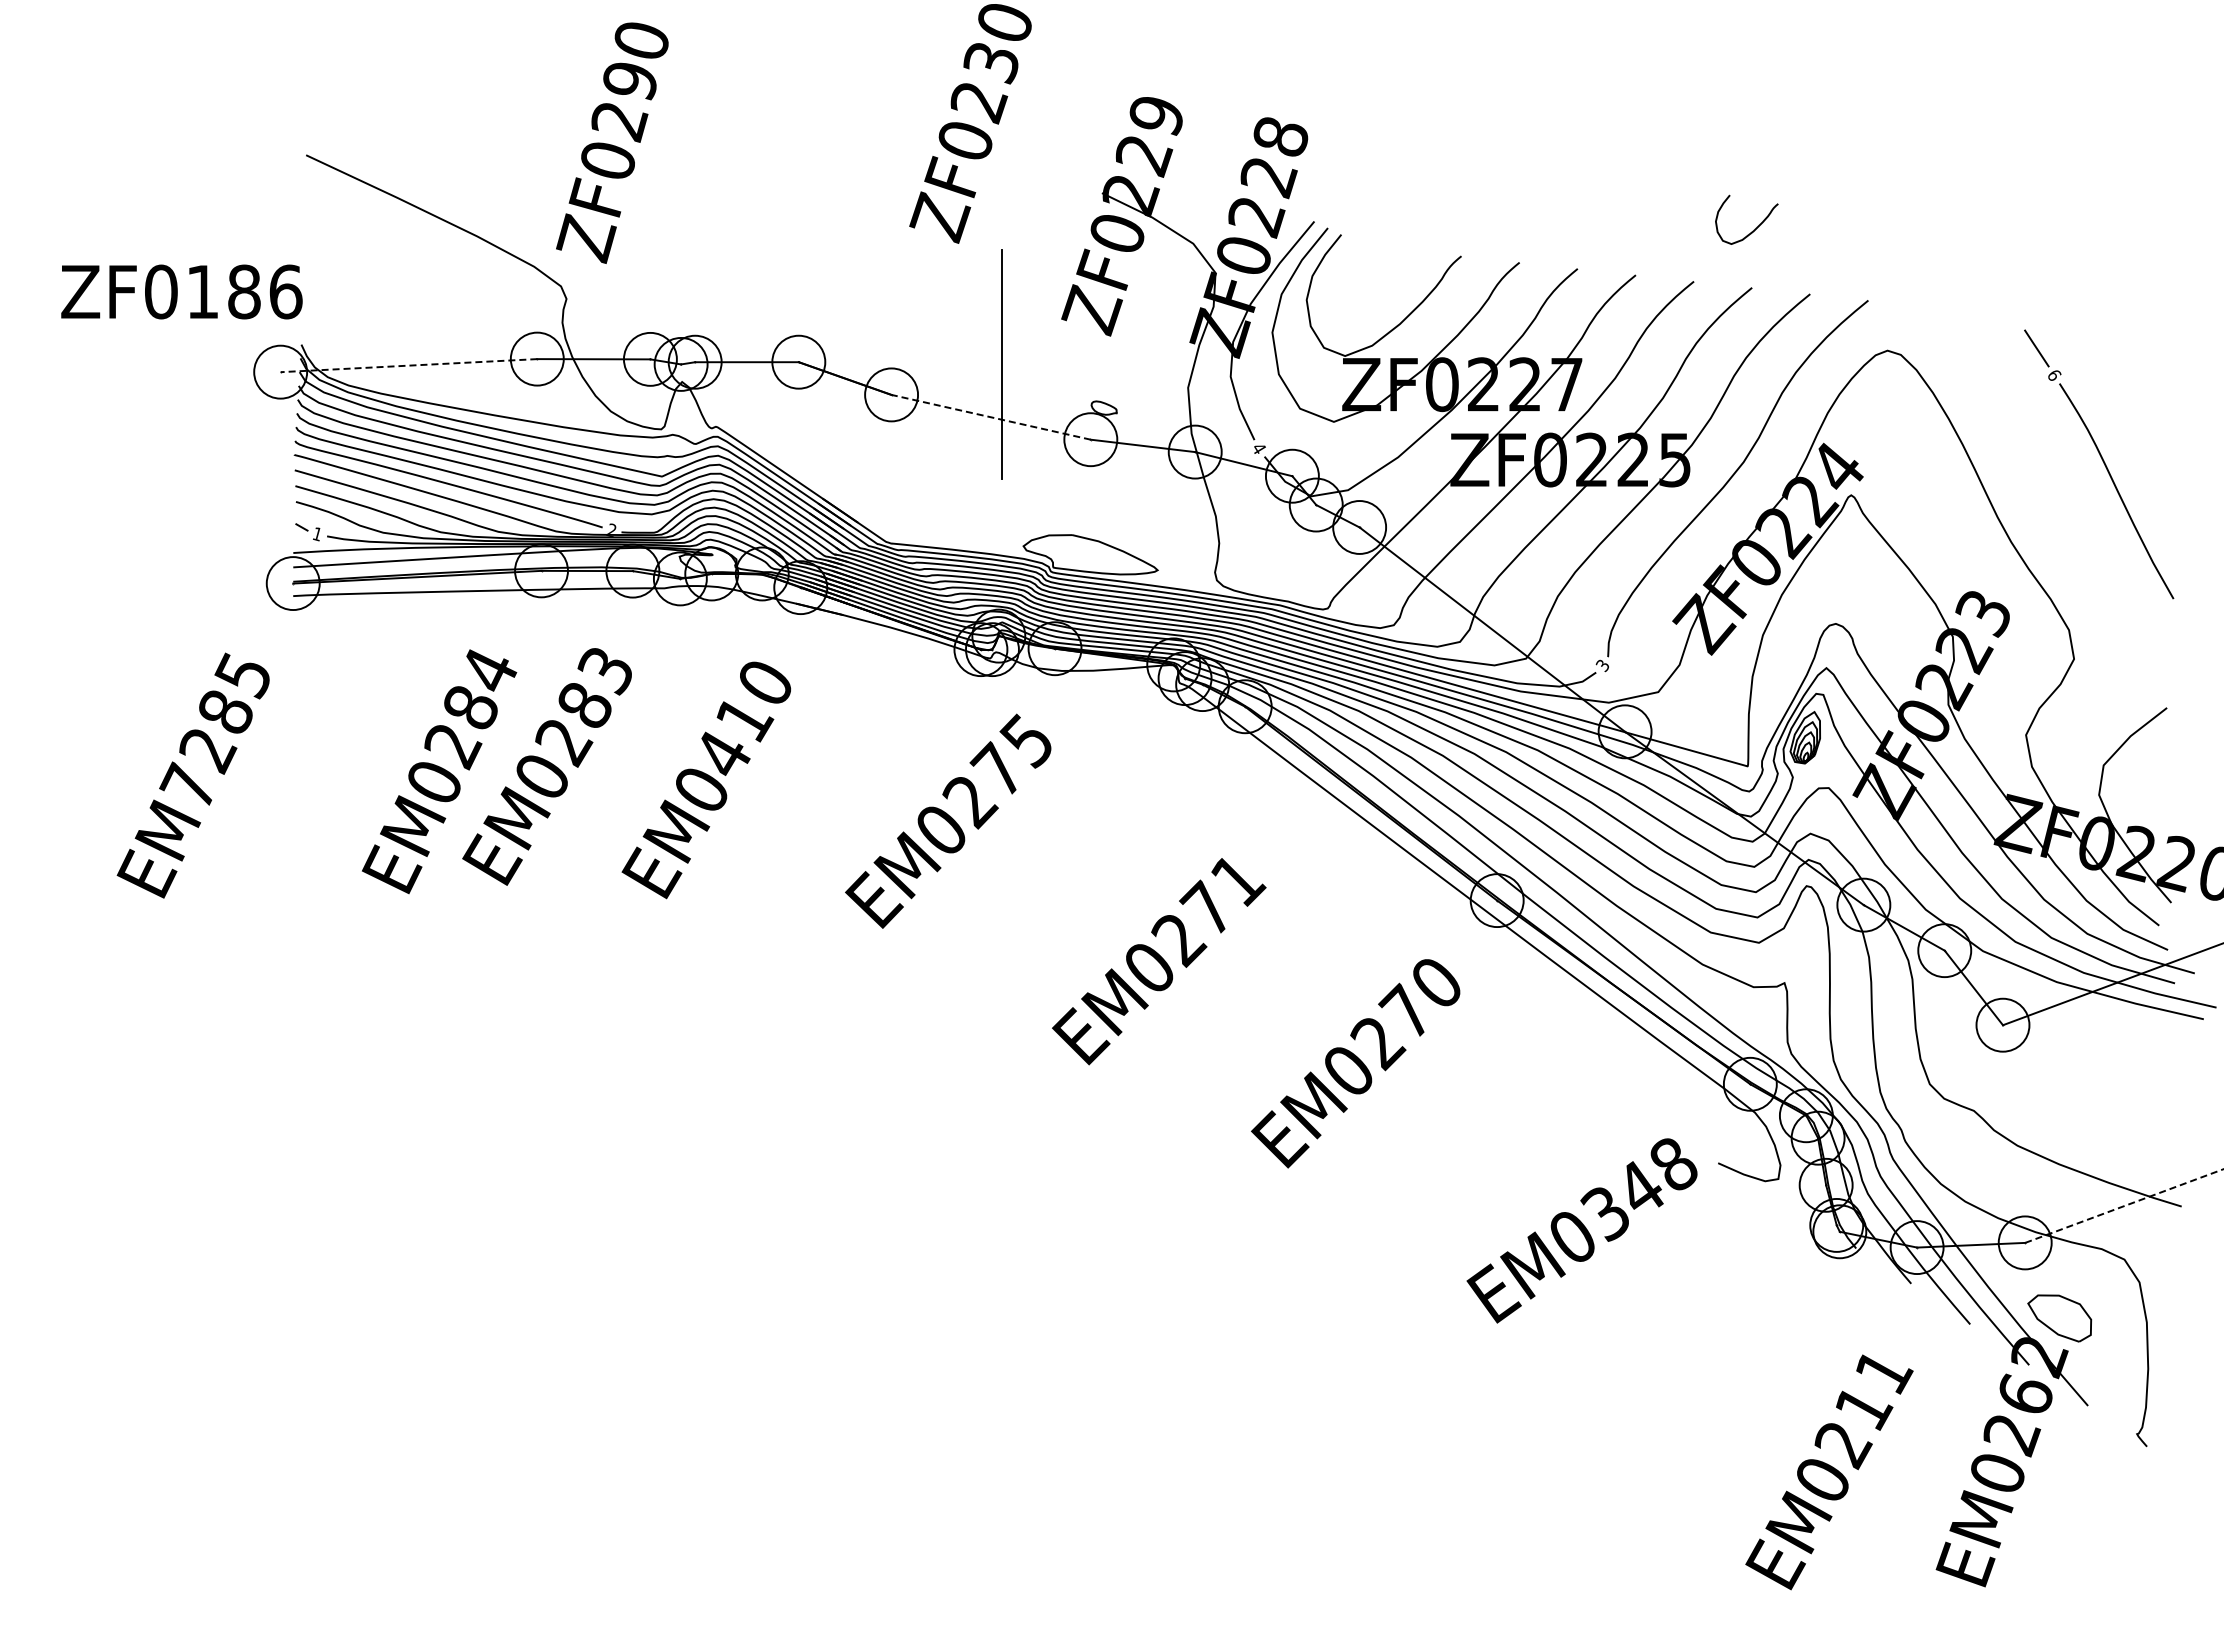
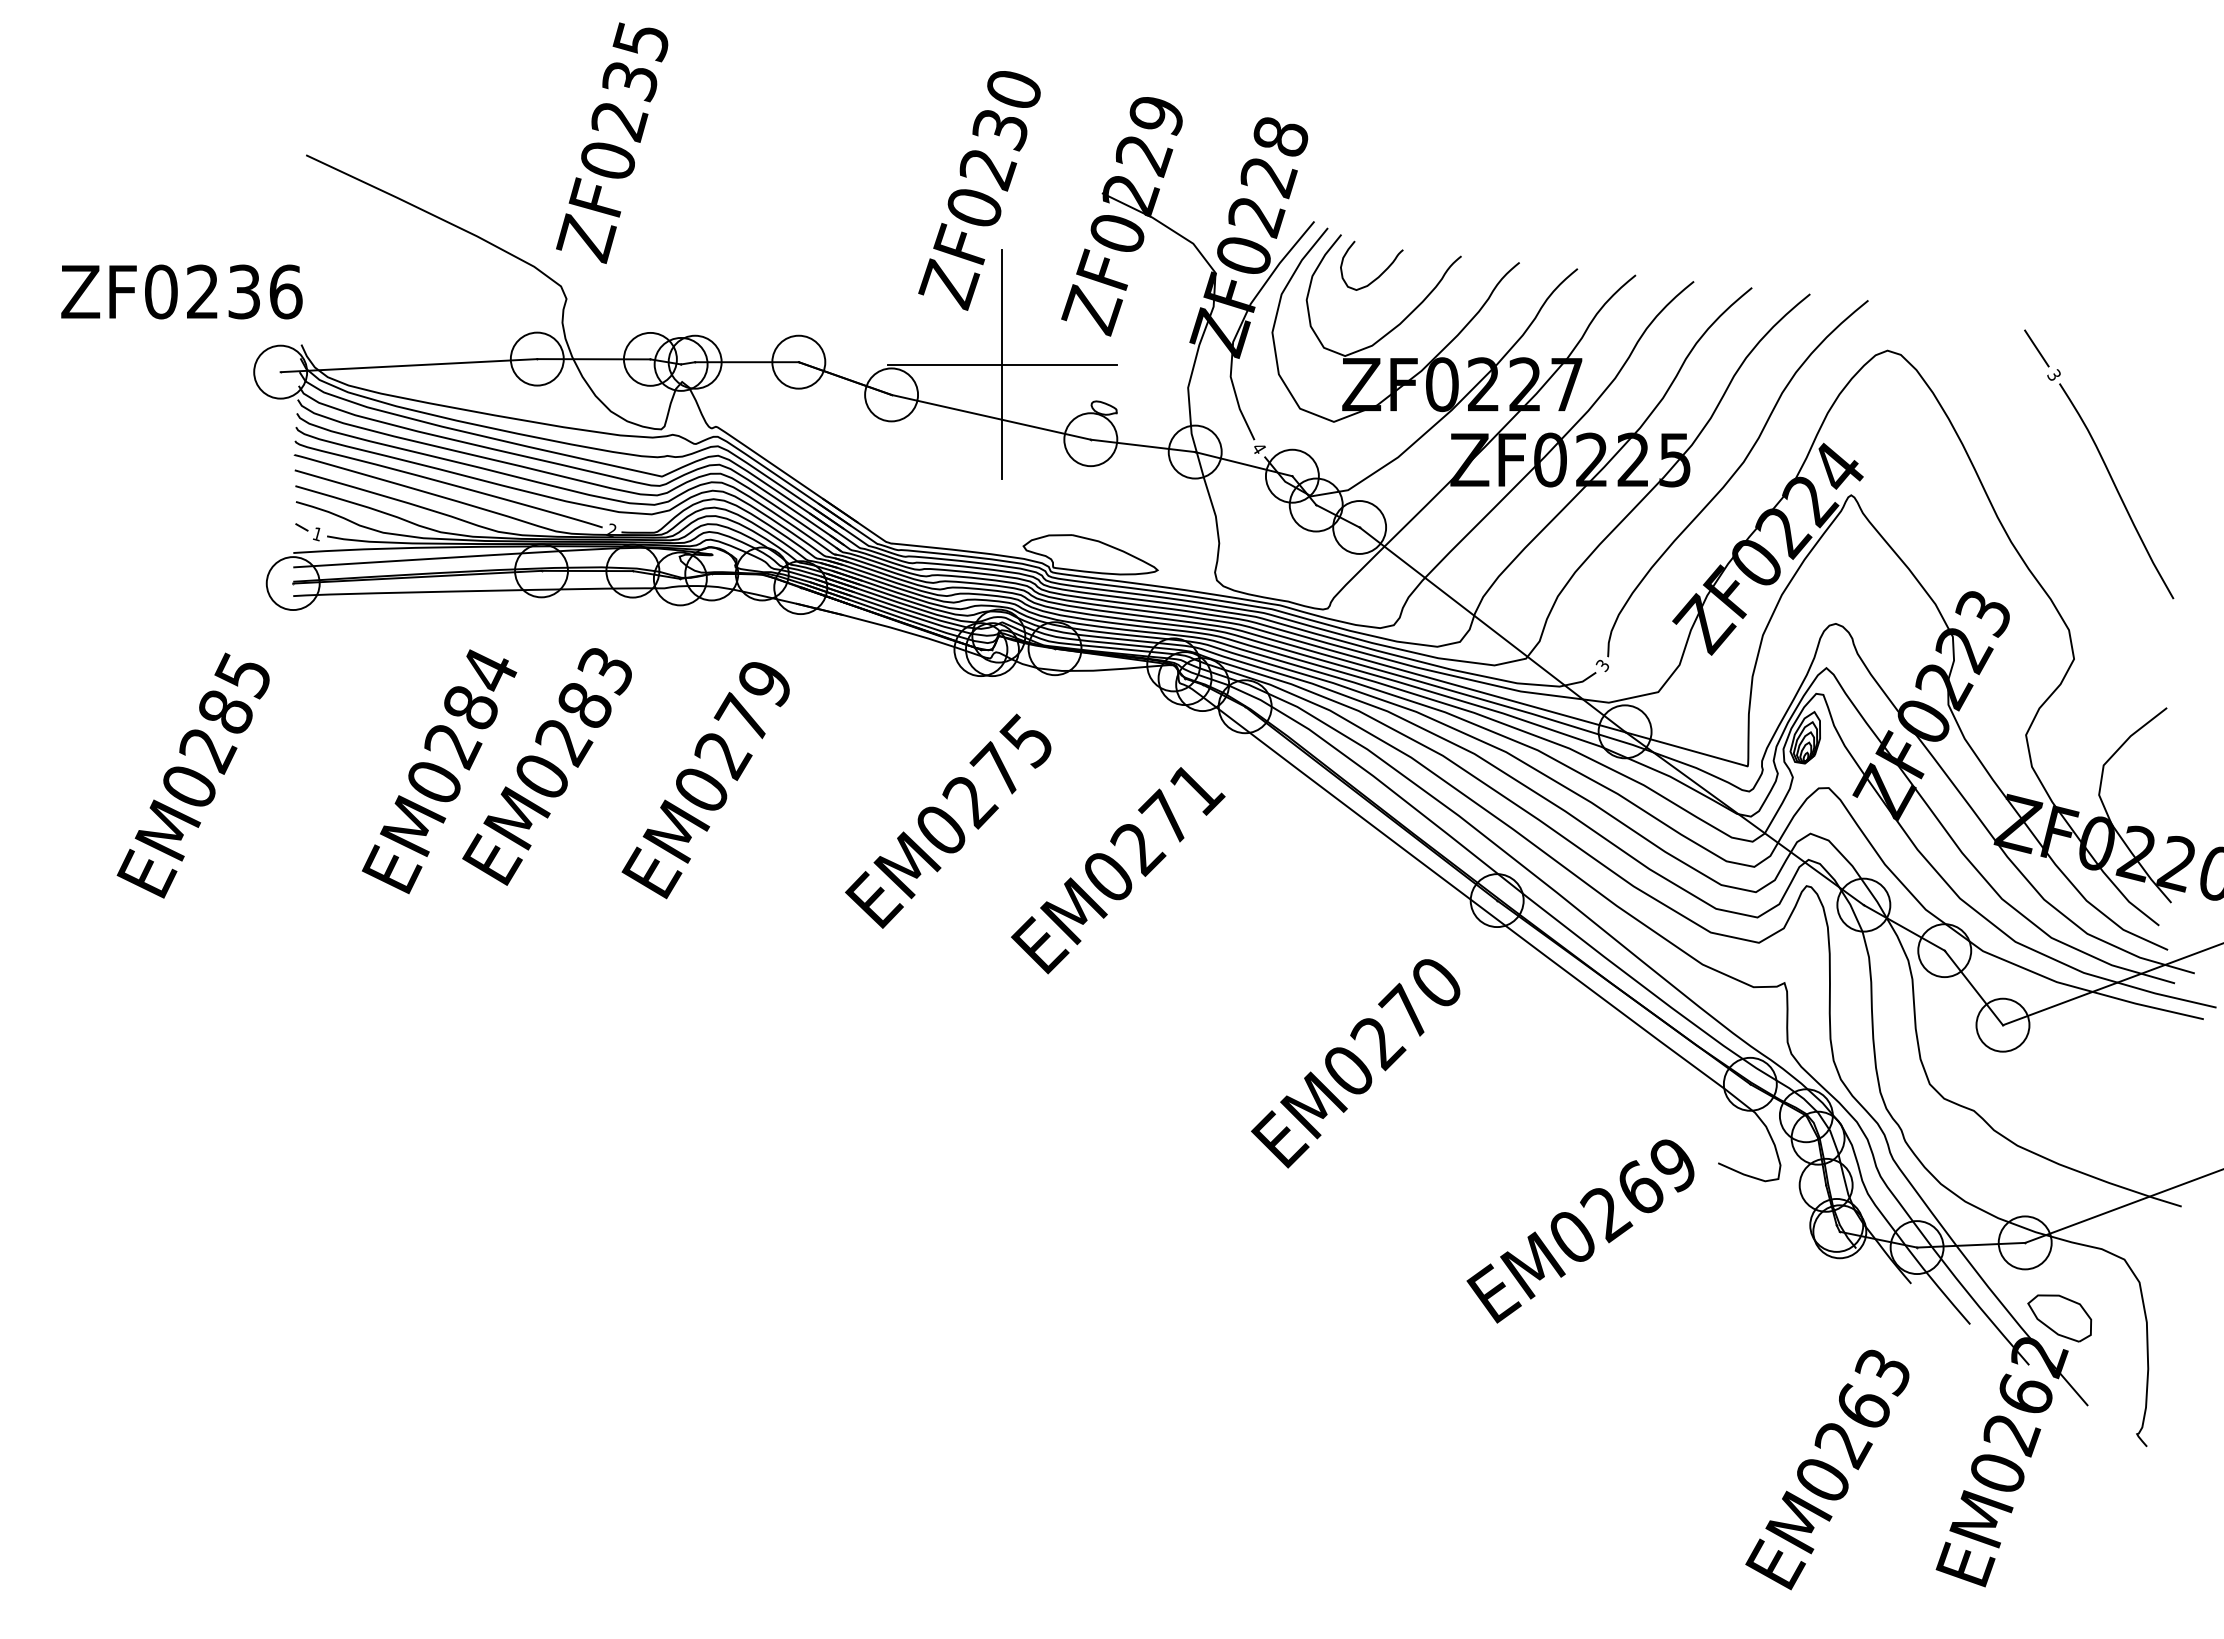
text at (635, 62): ZF0290 -> ZF0235
text at (970, 123) position: (970, 123) -> (979, 190)
curve at (1752, 230) position: (1752, 230) -> (1377, 276)
text at (223, 291): ZF0186 -> ZF0236
line at (1001, 364): none -> present
line at (408, 365): dashed -> solid
text at (2054, 374): 6 -> 3
line at (990, 417): dashed -> solid
text at (742, 721): EM0410 -> EM0279
text at (187, 783): EM7285 -> EM0285
text at (1159, 961) position: (1159, 961) -> (1118, 870)
text at (1638, 1190): EM0348 -> EM0269
line at (2124, 1206): dashed -> solid
text at (1874, 1389): EM0211 -> EM0263
